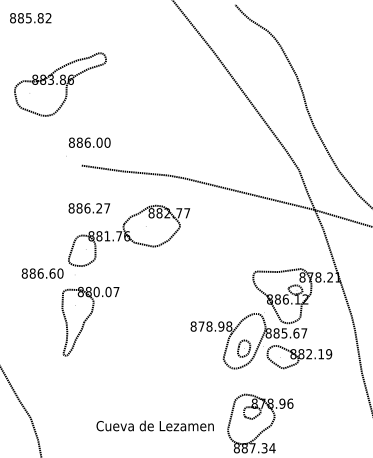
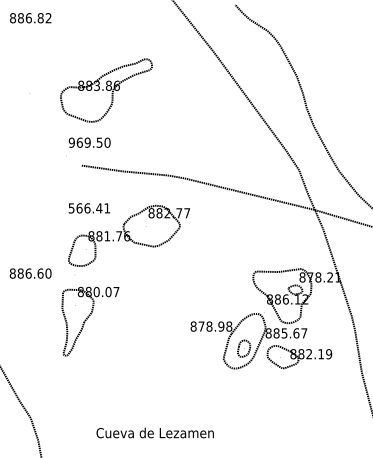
text at (28, 18): 885.82 -> 886.82
part at (60, 84) position: (60, 84) -> (106, 90)
text at (85, 142): 886.00 -> 969.50
text at (89, 208): 886.27 -> 566.41
text at (42, 273) position: (42, 273) -> (30, 273)
part at (260, 423): present -> none
text at (154, 425) position: (154, 425) -> (154, 432)
